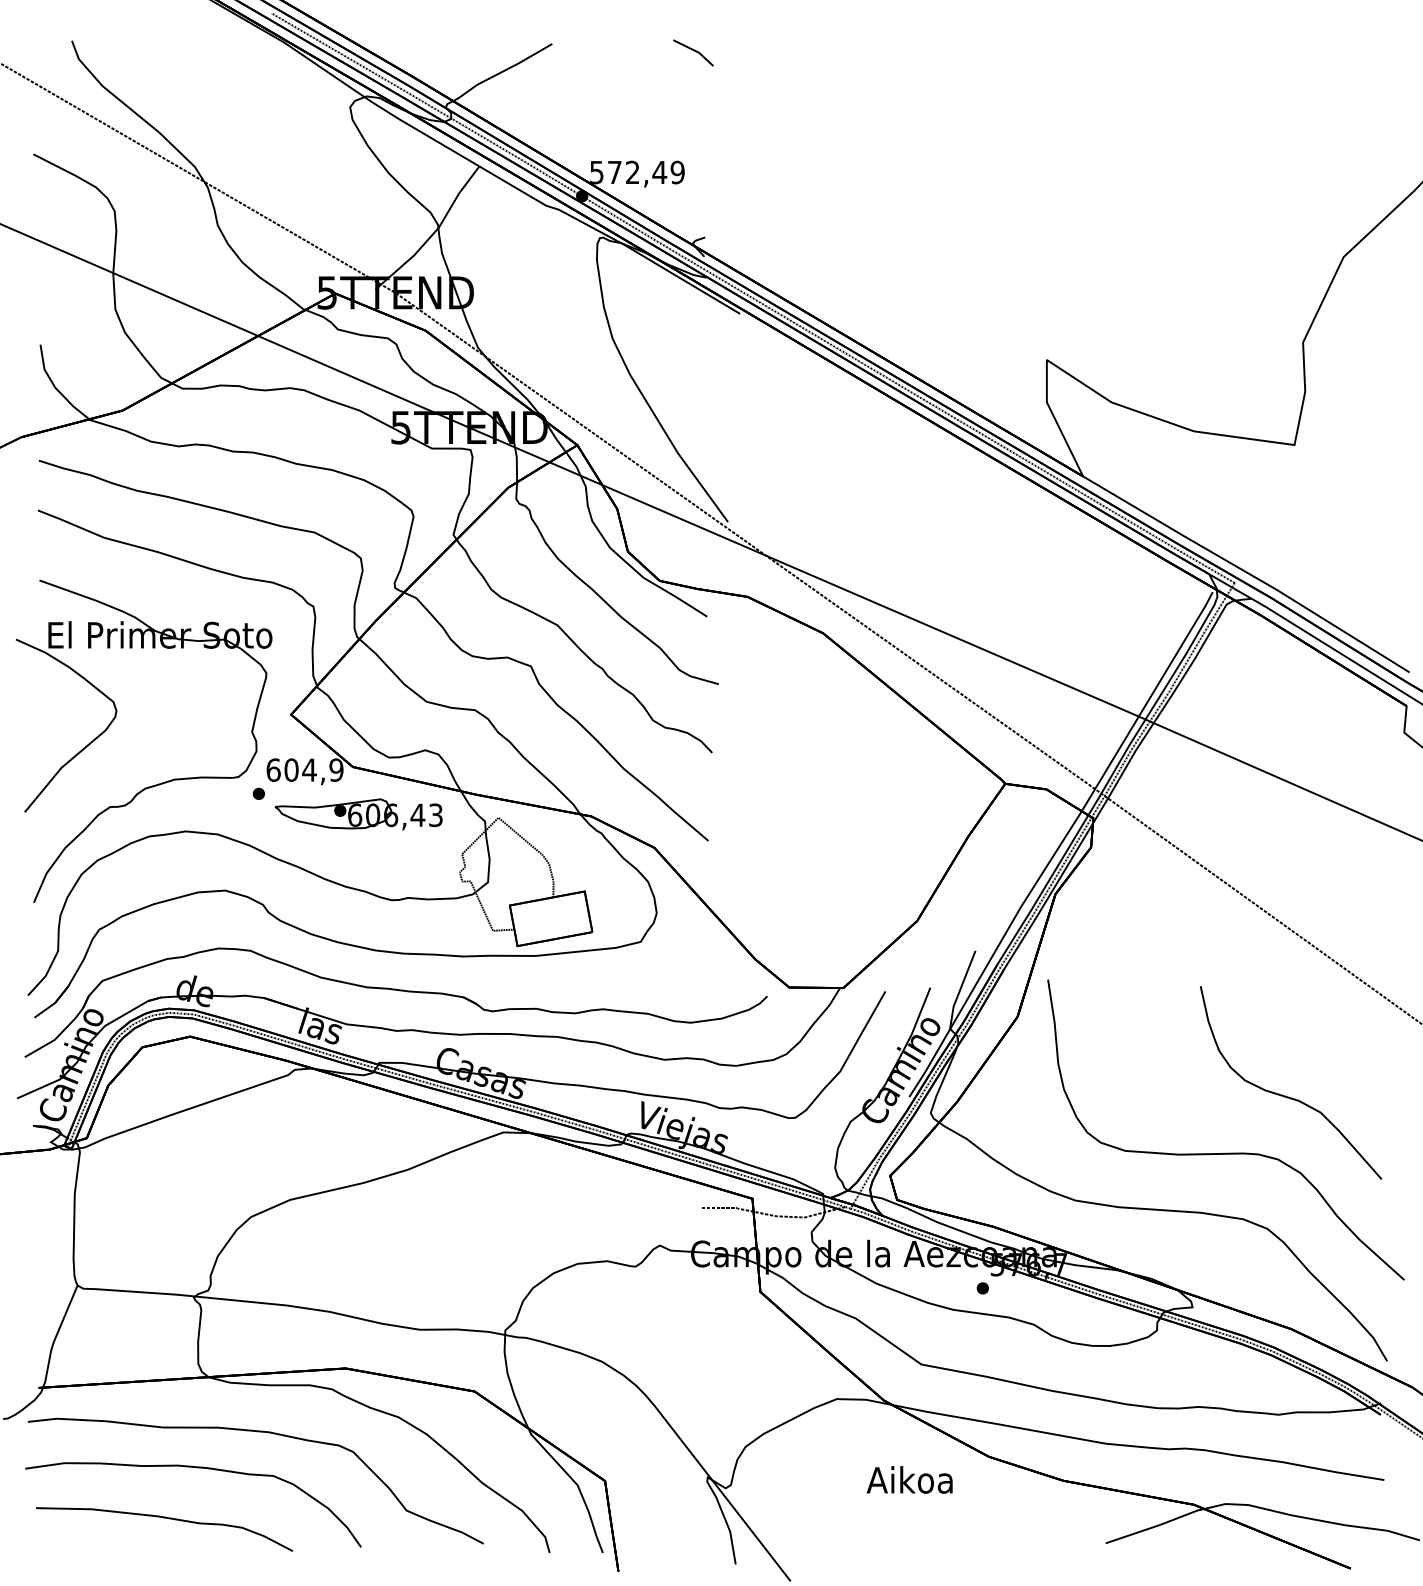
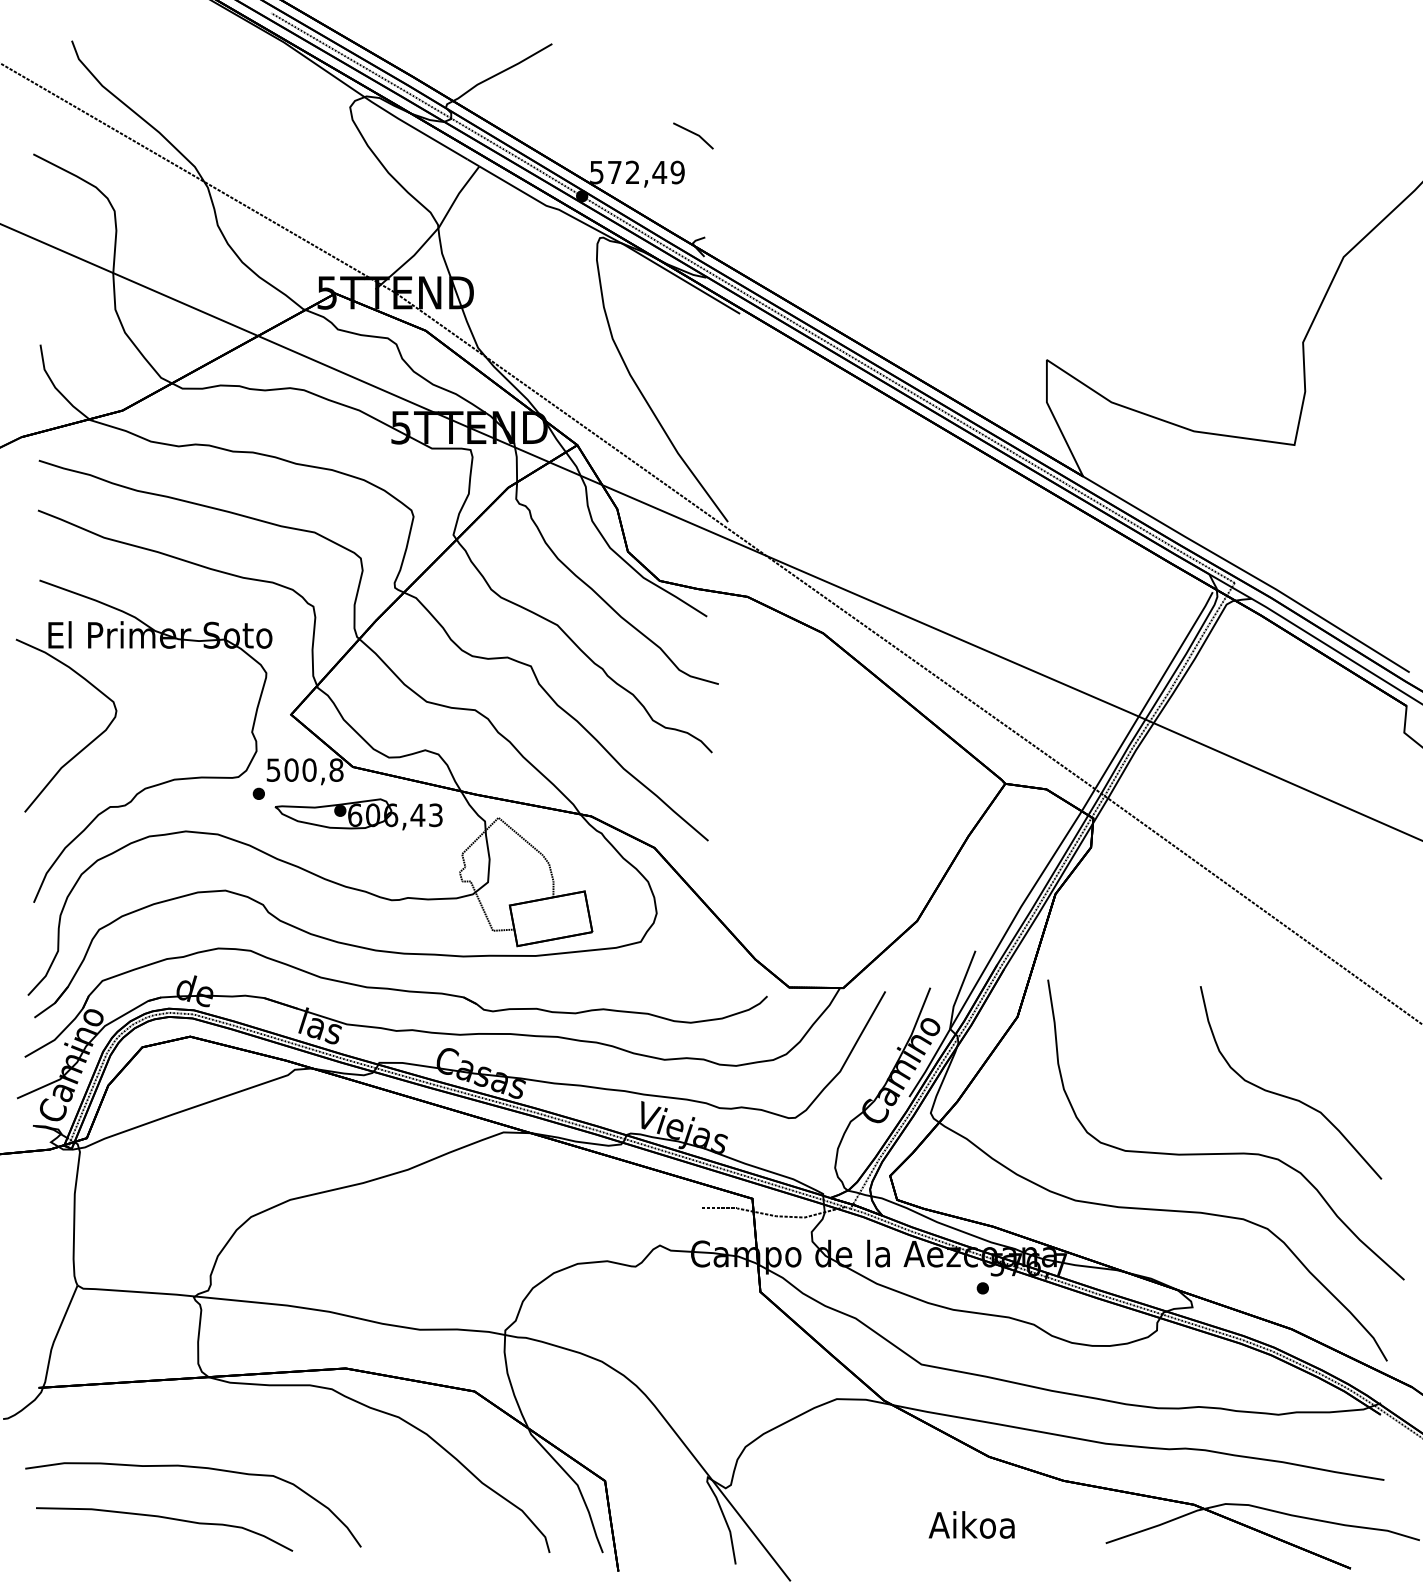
line at (693, 51) position: (693, 51) -> (693, 134)
text at (304, 769): 604,9 -> 500,8
curve at (256, 1432): present -> none
text at (909, 1479) position: (909, 1479) -> (971, 1524)
